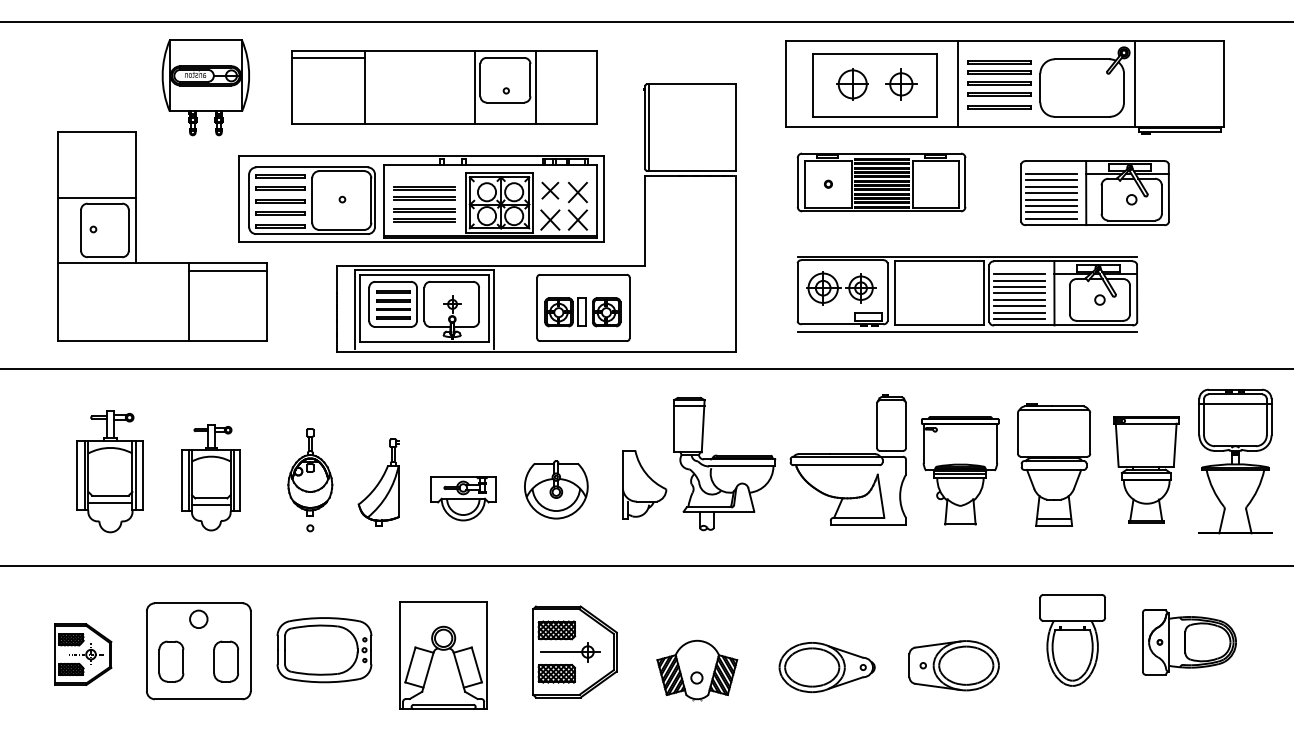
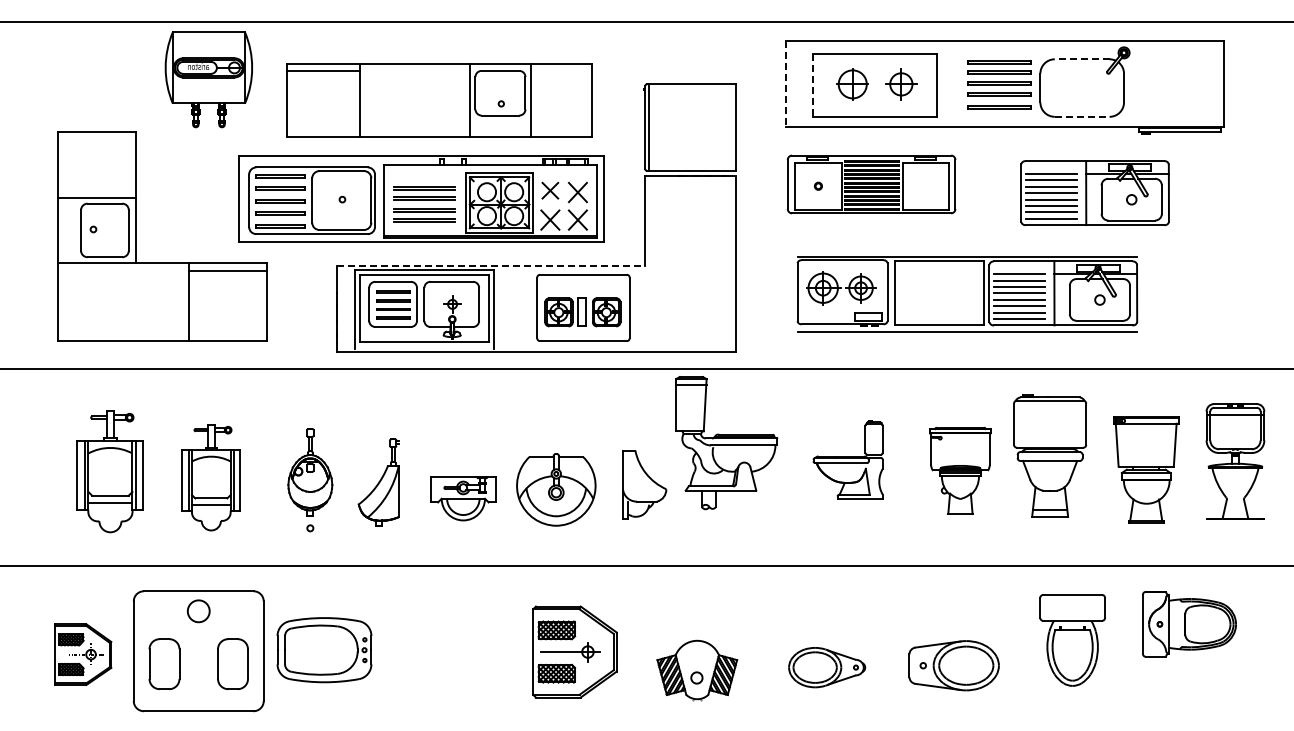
line at (1081, 59): solid -> dashed
line at (958, 83): present -> none
line at (1134, 83): present -> none
line at (785, 84): solid -> dashed
line at (813, 85): solid -> dashed
part at (205, 87) position: (205, 87) -> (208, 79)
part at (444, 87) position: (444, 87) -> (439, 100)
line at (1082, 116): solid -> dashed
part at (881, 182) position: (881, 182) -> (871, 184)
line at (491, 265): solid -> dashed
part at (847, 459) size: 118x132 px -> 72x80 px
part at (1235, 461) size: 75x147 px -> 61x117 px
part at (724, 464) position: (724, 464) -> (726, 443)
part at (1054, 464) position: (1054, 464) -> (1050, 455)
part at (960, 470) size: 79x110 px -> 63x89 px
part at (556, 489) size: 65x60 px -> 81x74 px
part at (1189, 642) position: (1189, 642) -> (1189, 624)
part at (198, 651) size: 106x99 px -> 133x123 px
part at (443, 655): present -> none
part at (826, 667) size: 98x52 px -> 79x42 px
